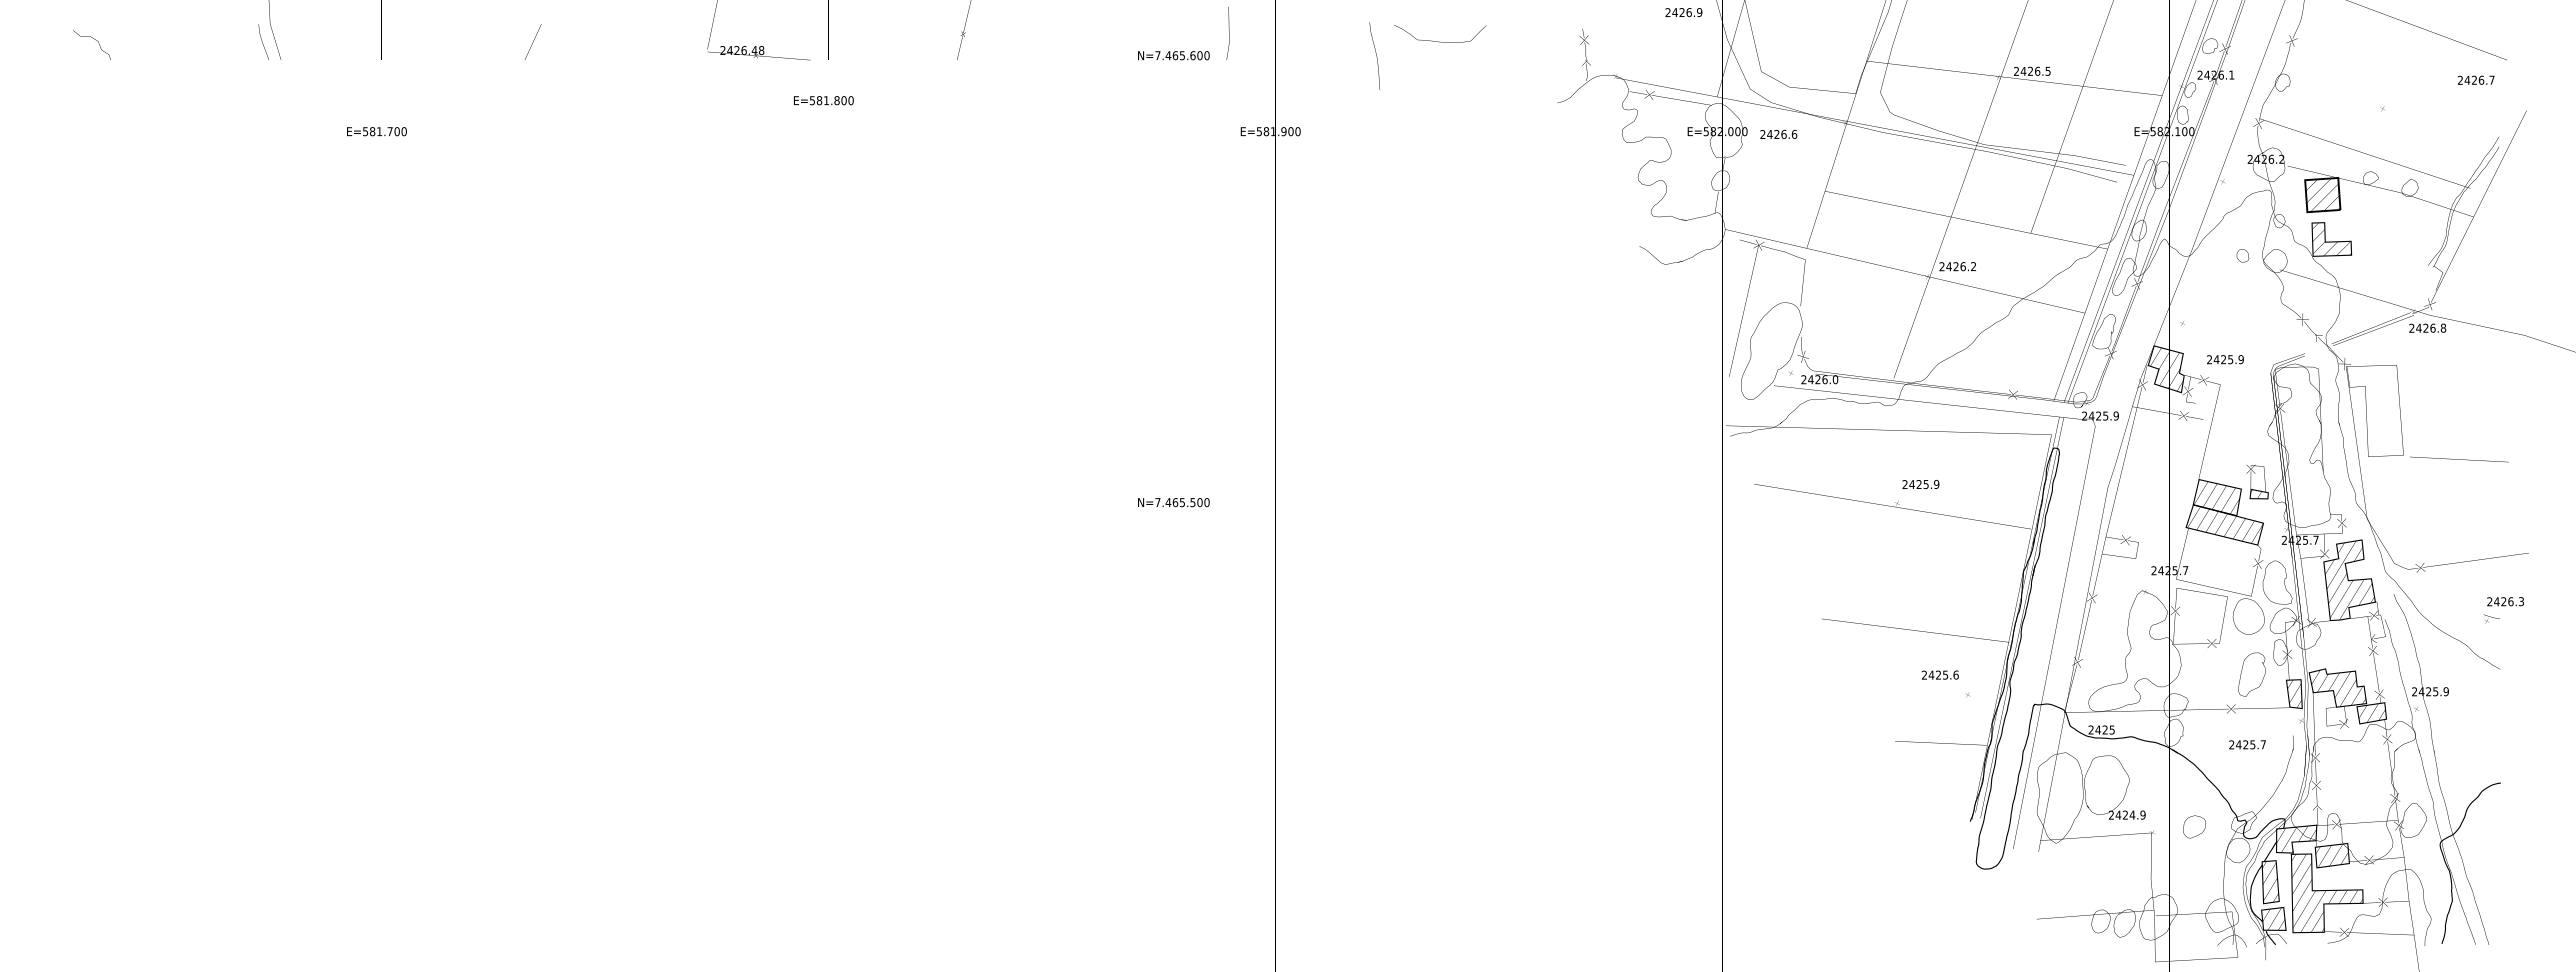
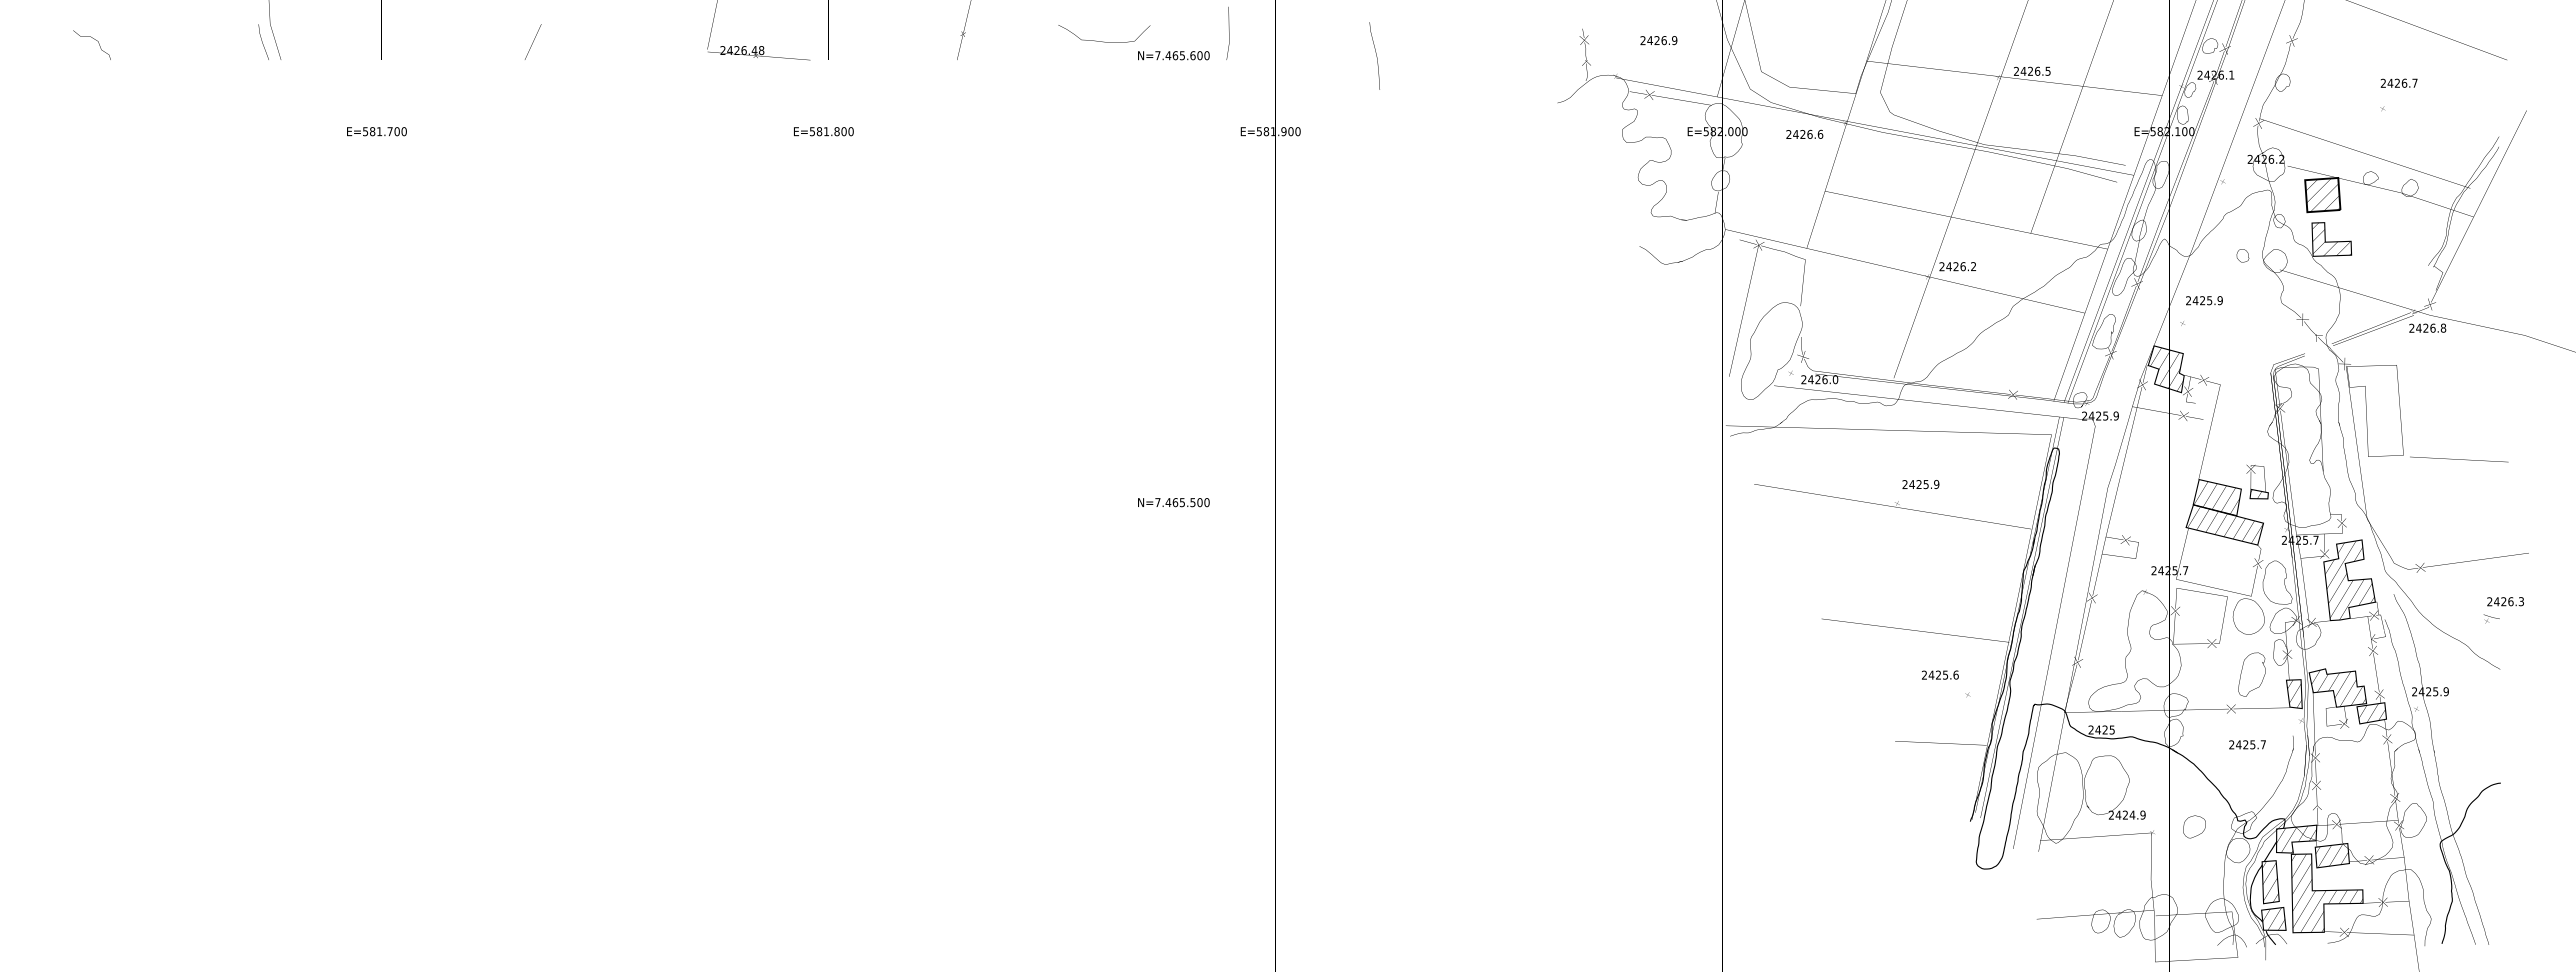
text at (1683, 12) position: (1683, 12) -> (1658, 40)
curve at (1439, 41) position: (1439, 41) -> (1103, 41)
text at (2475, 79) position: (2475, 79) -> (2398, 82)
text at (823, 100) position: (823, 100) -> (823, 131)
text at (1778, 133) position: (1778, 133) -> (1804, 133)
text at (2225, 359) position: (2225, 359) -> (2204, 300)
